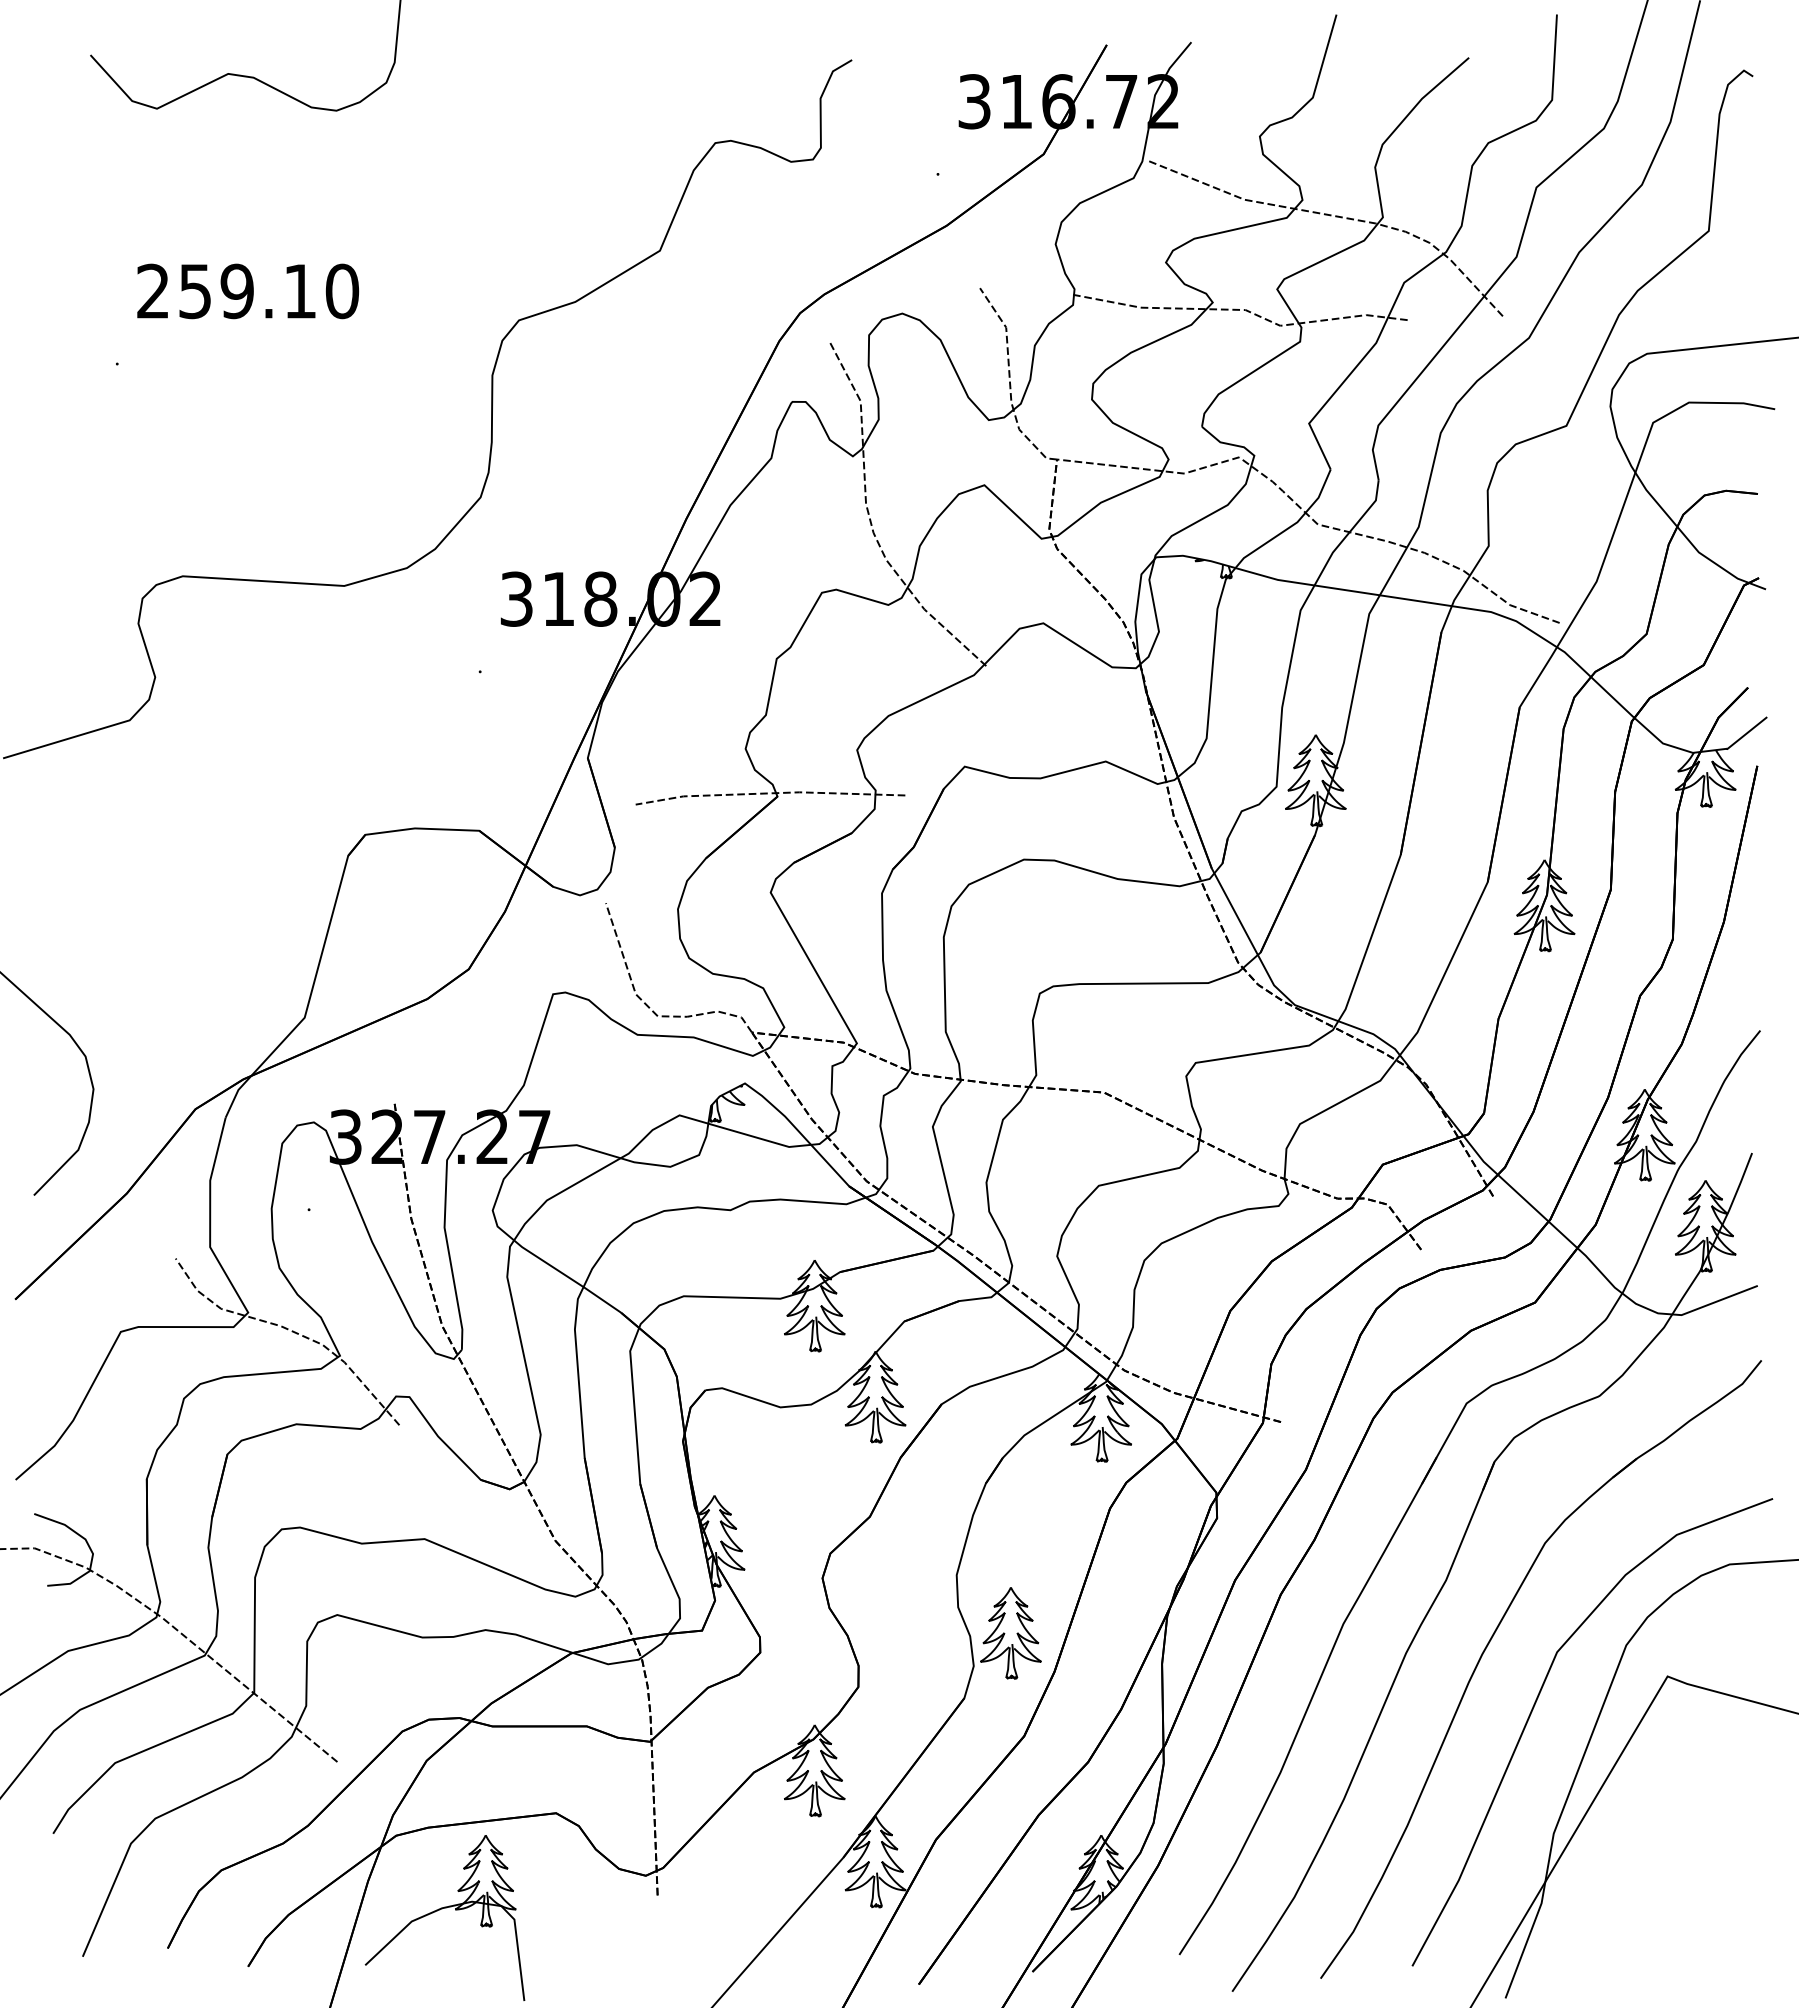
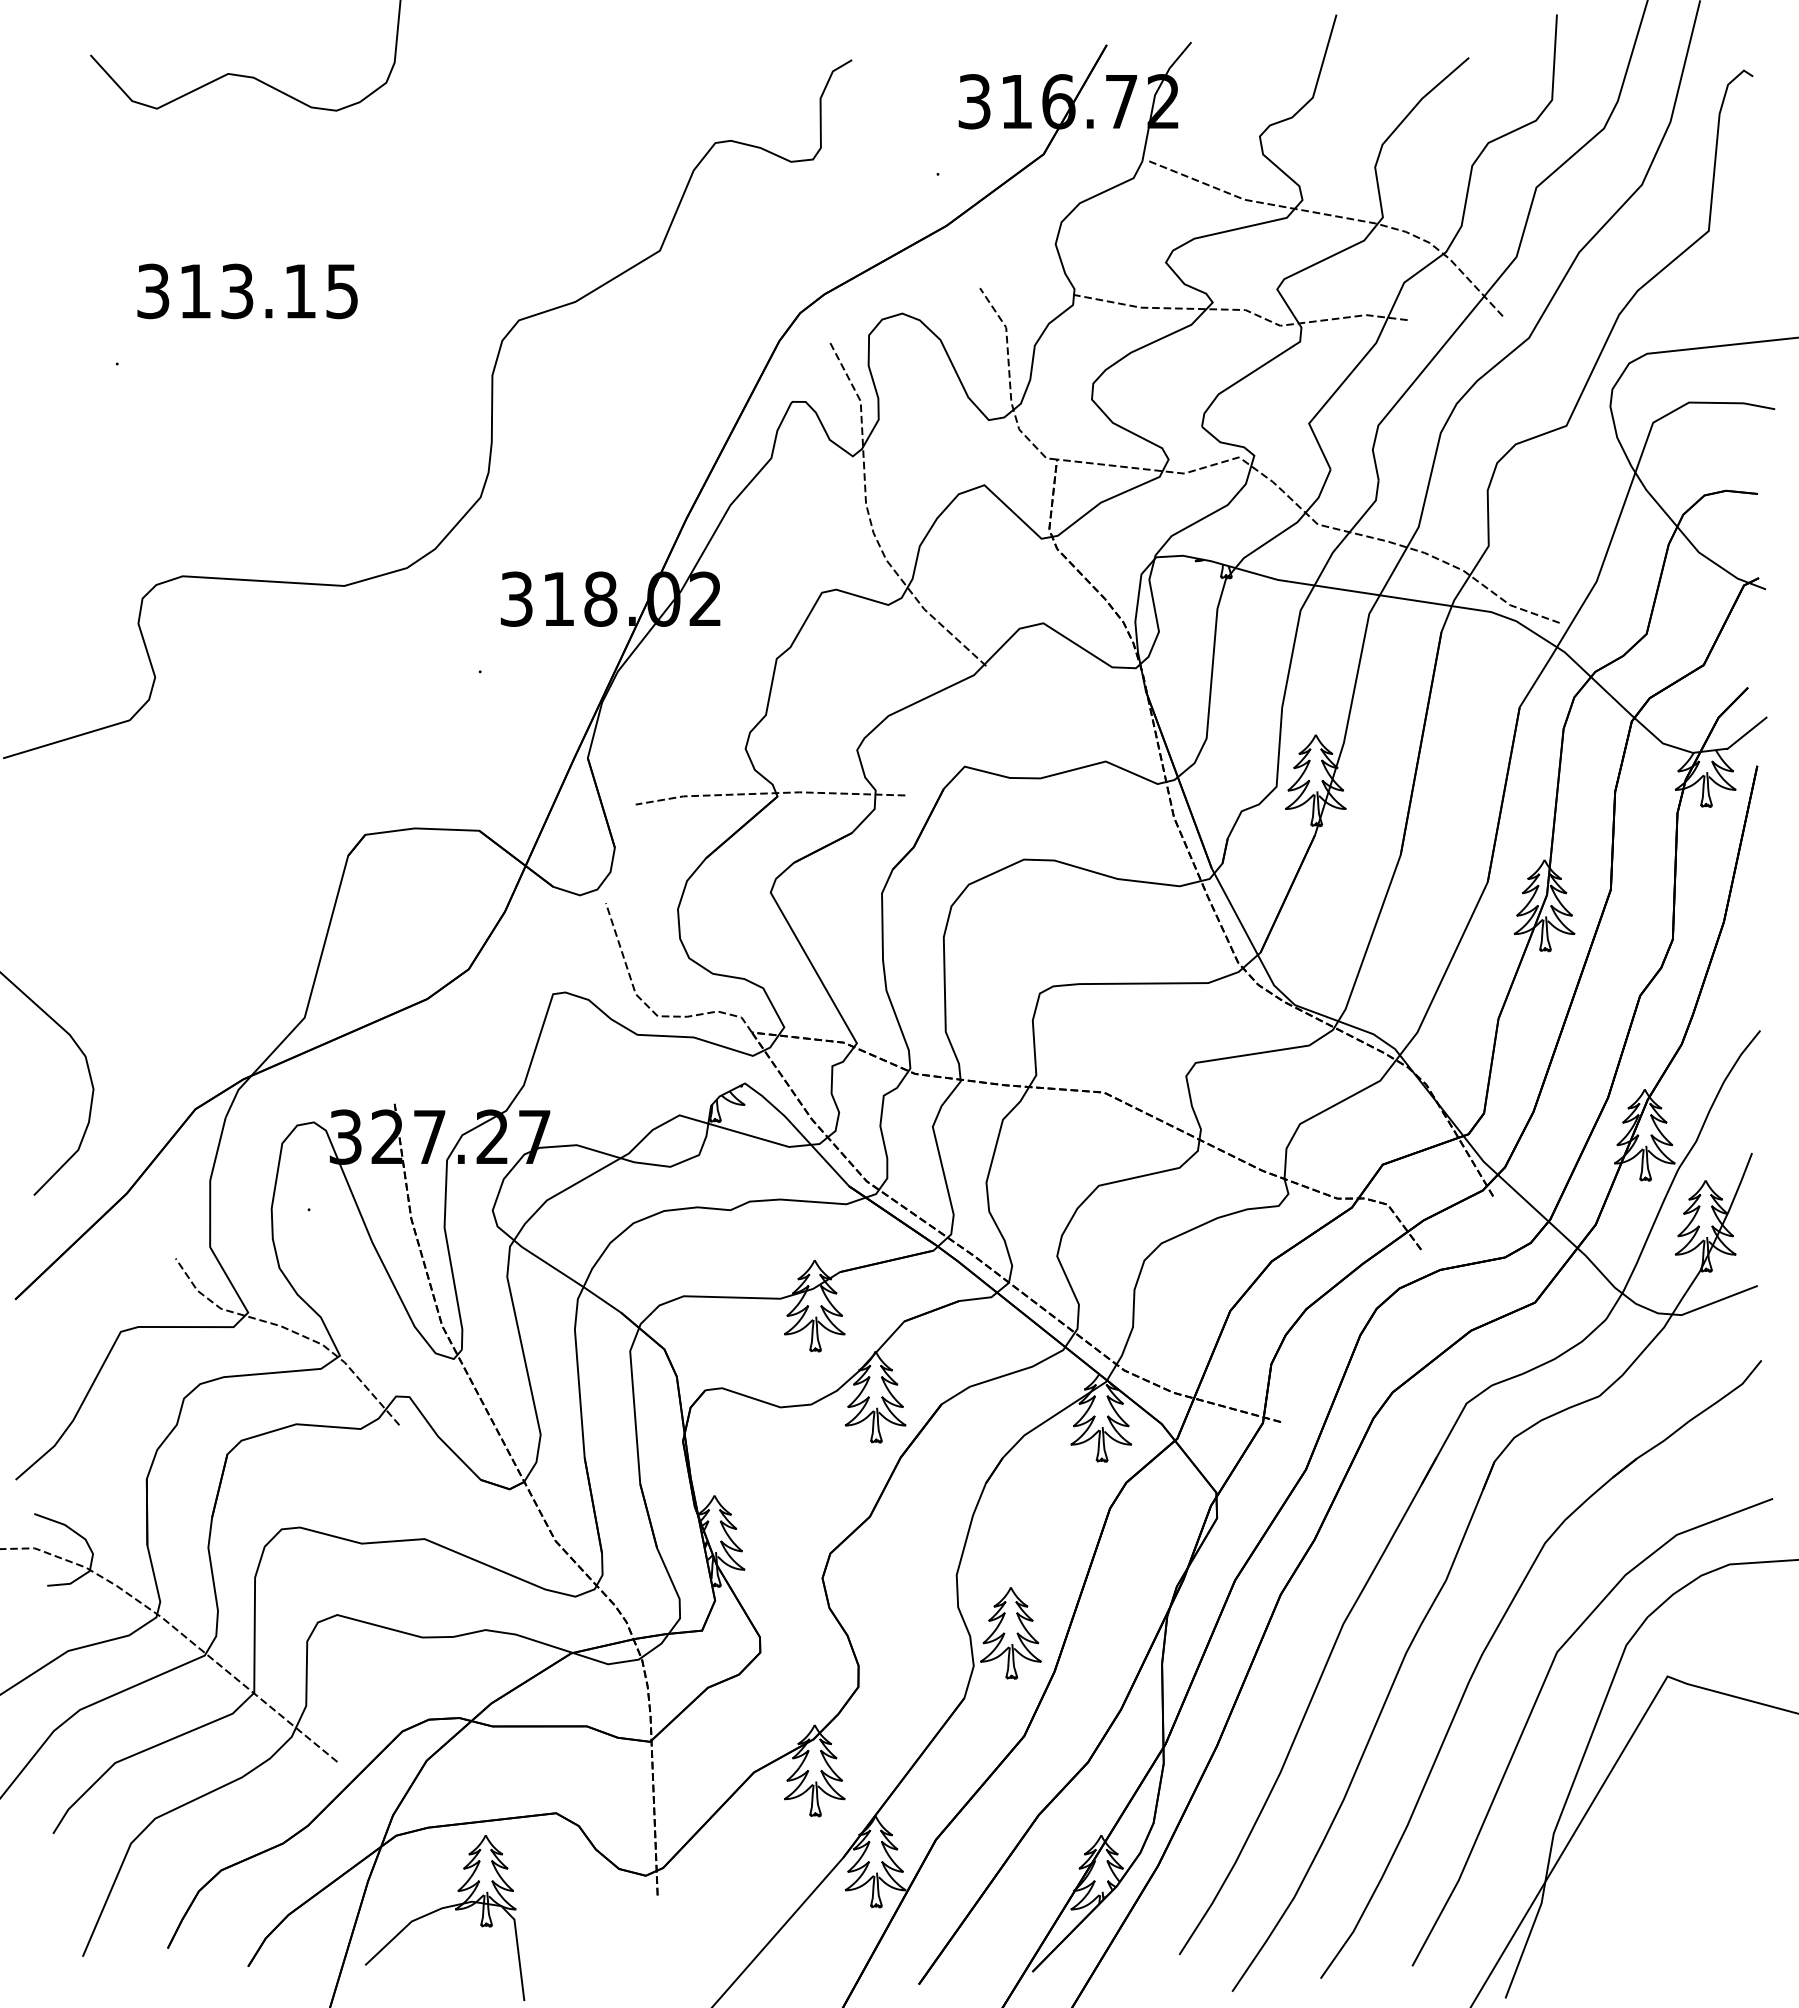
text at (248, 291): 259.10 -> 313.15
